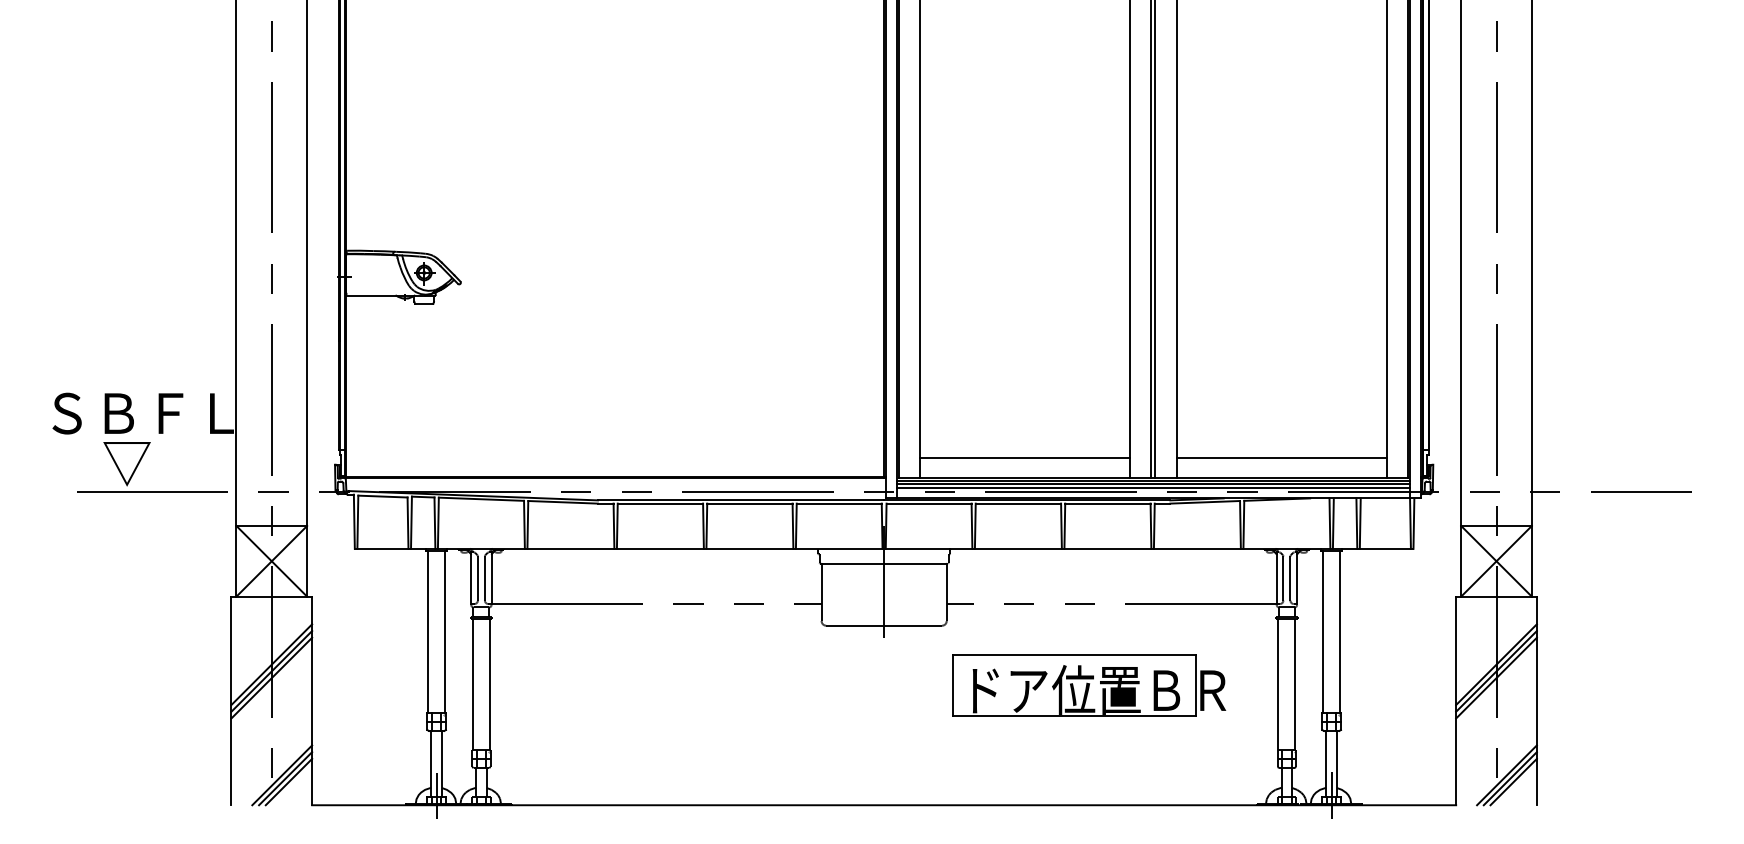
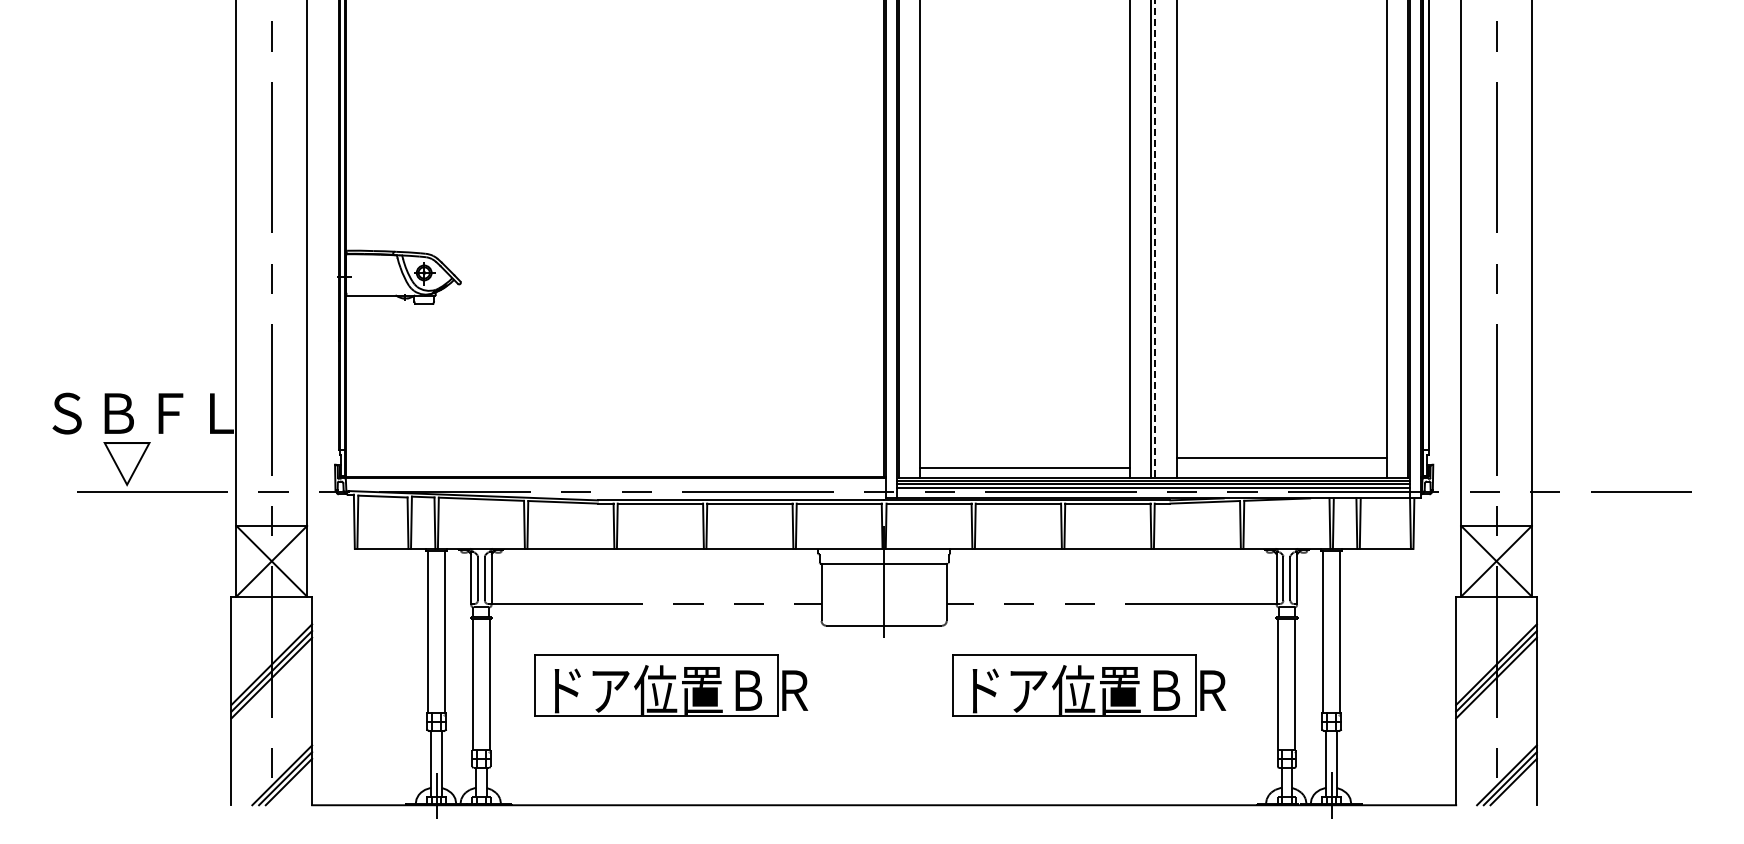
line at (1155, 239): solid -> dashed
line at (1024, 458) position: (1024, 458) -> (1024, 468)
part at (671, 685): none -> present
